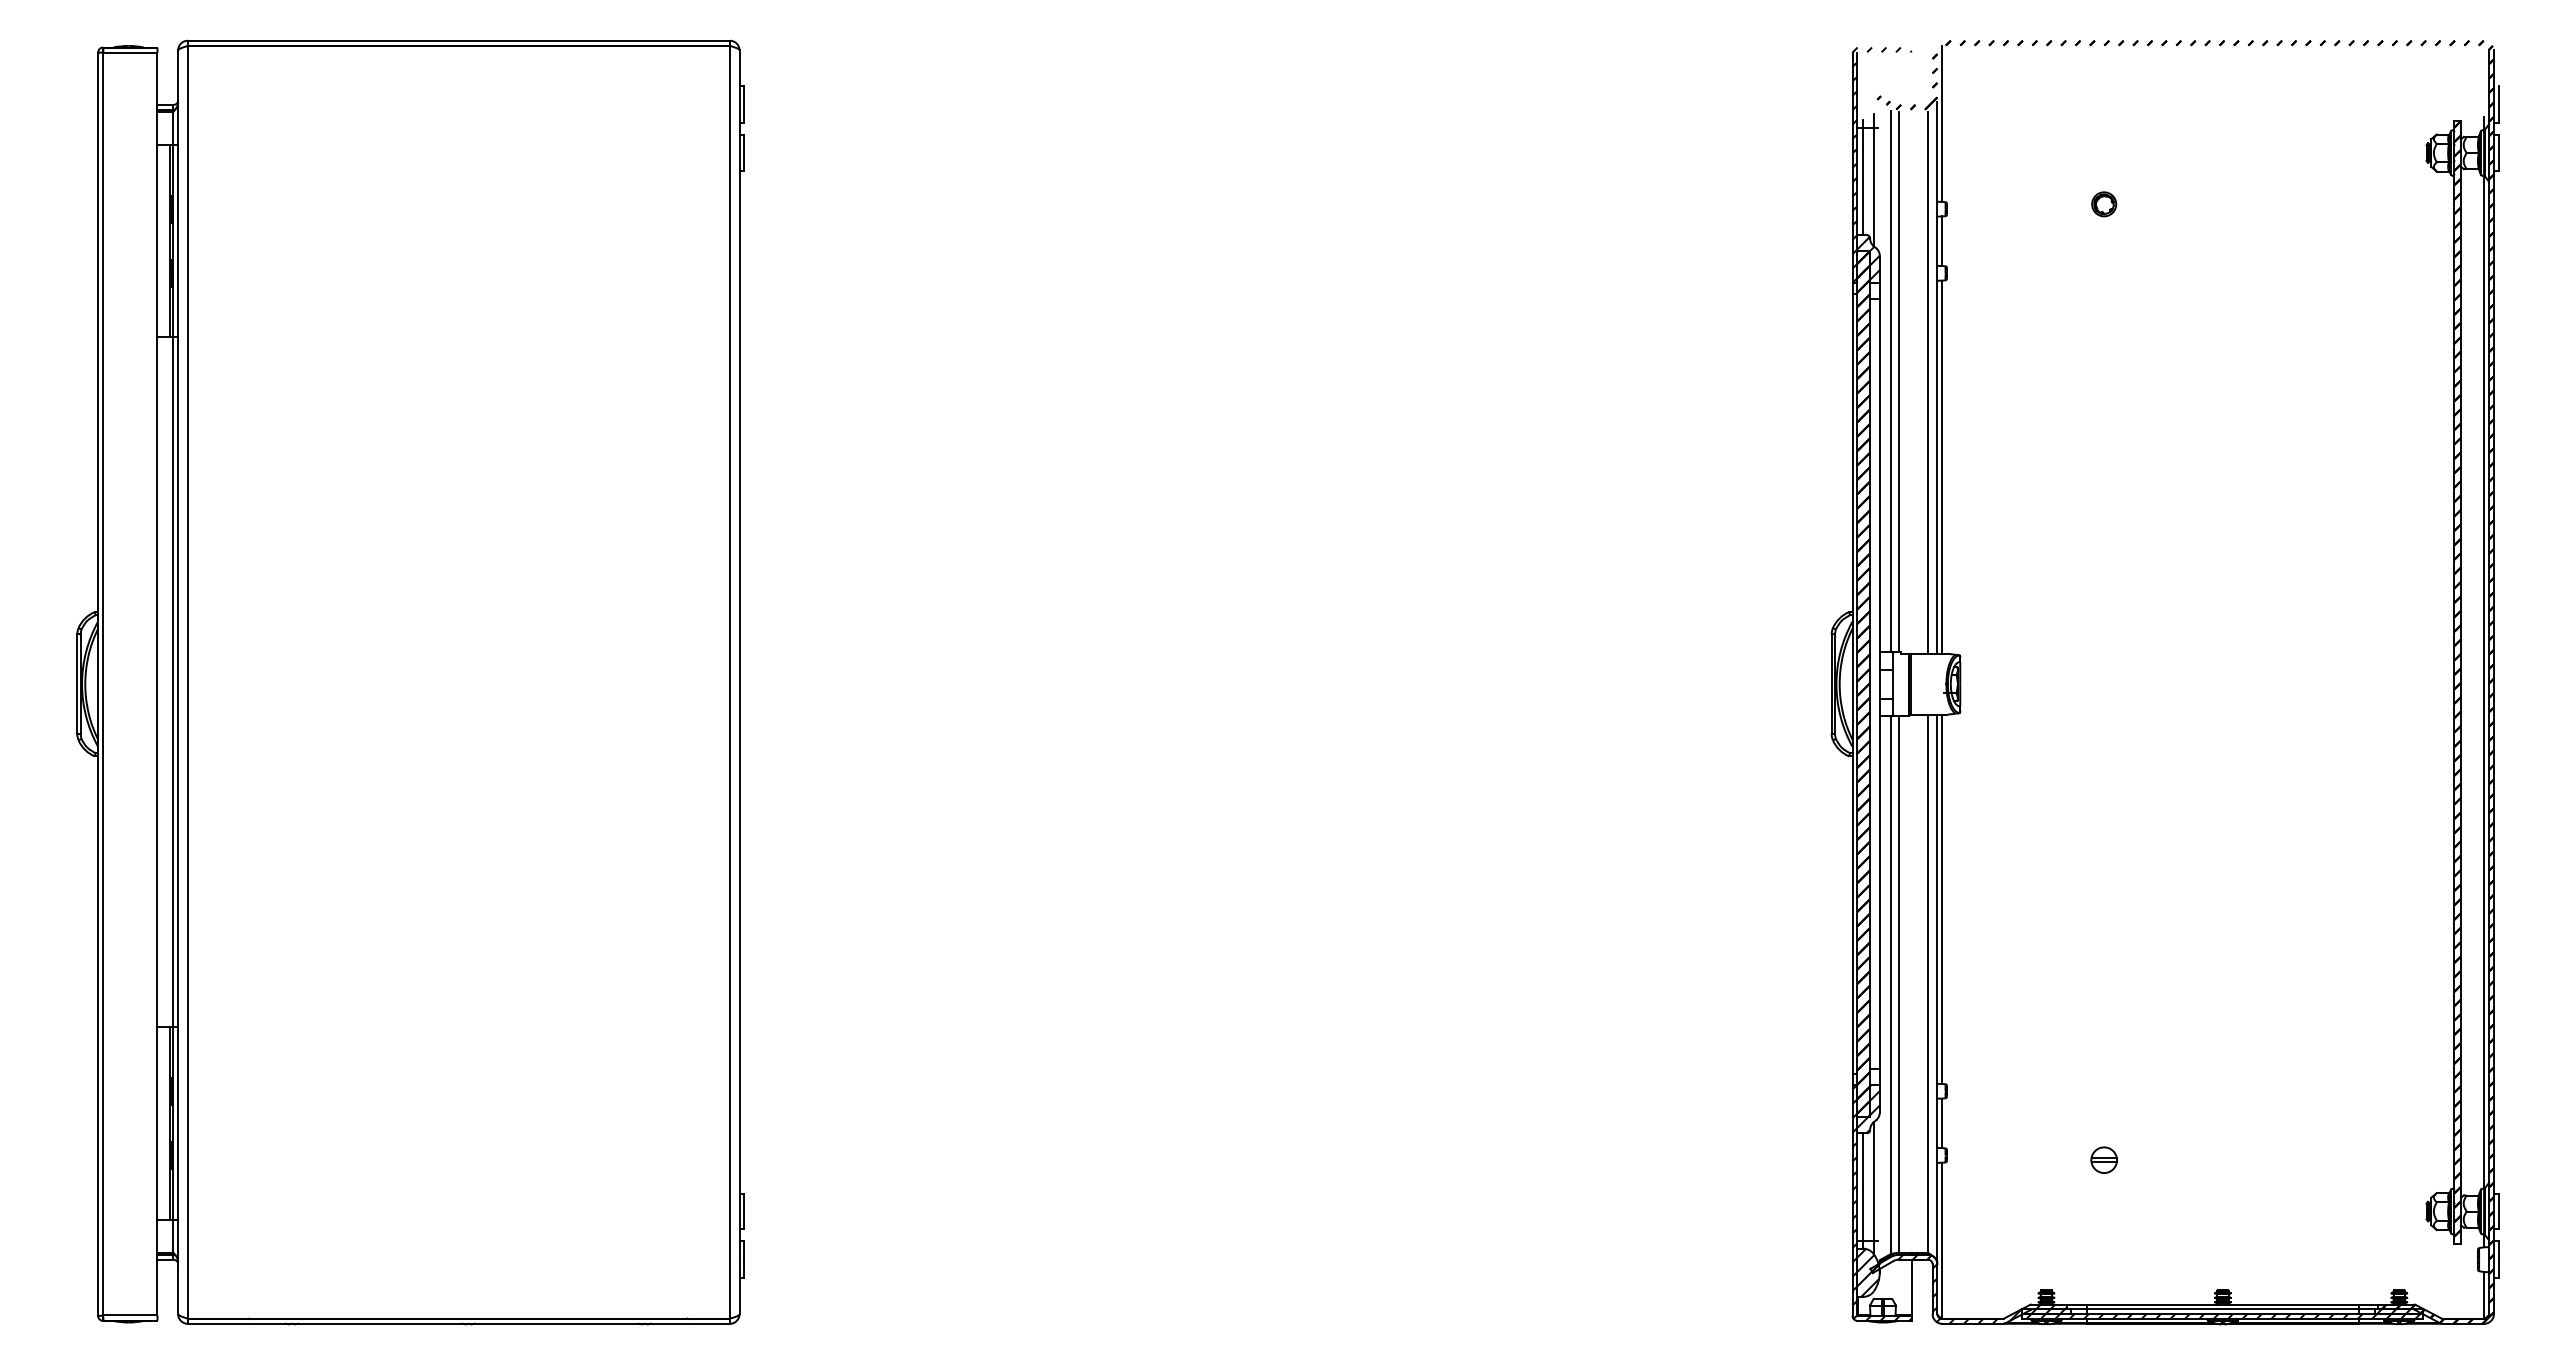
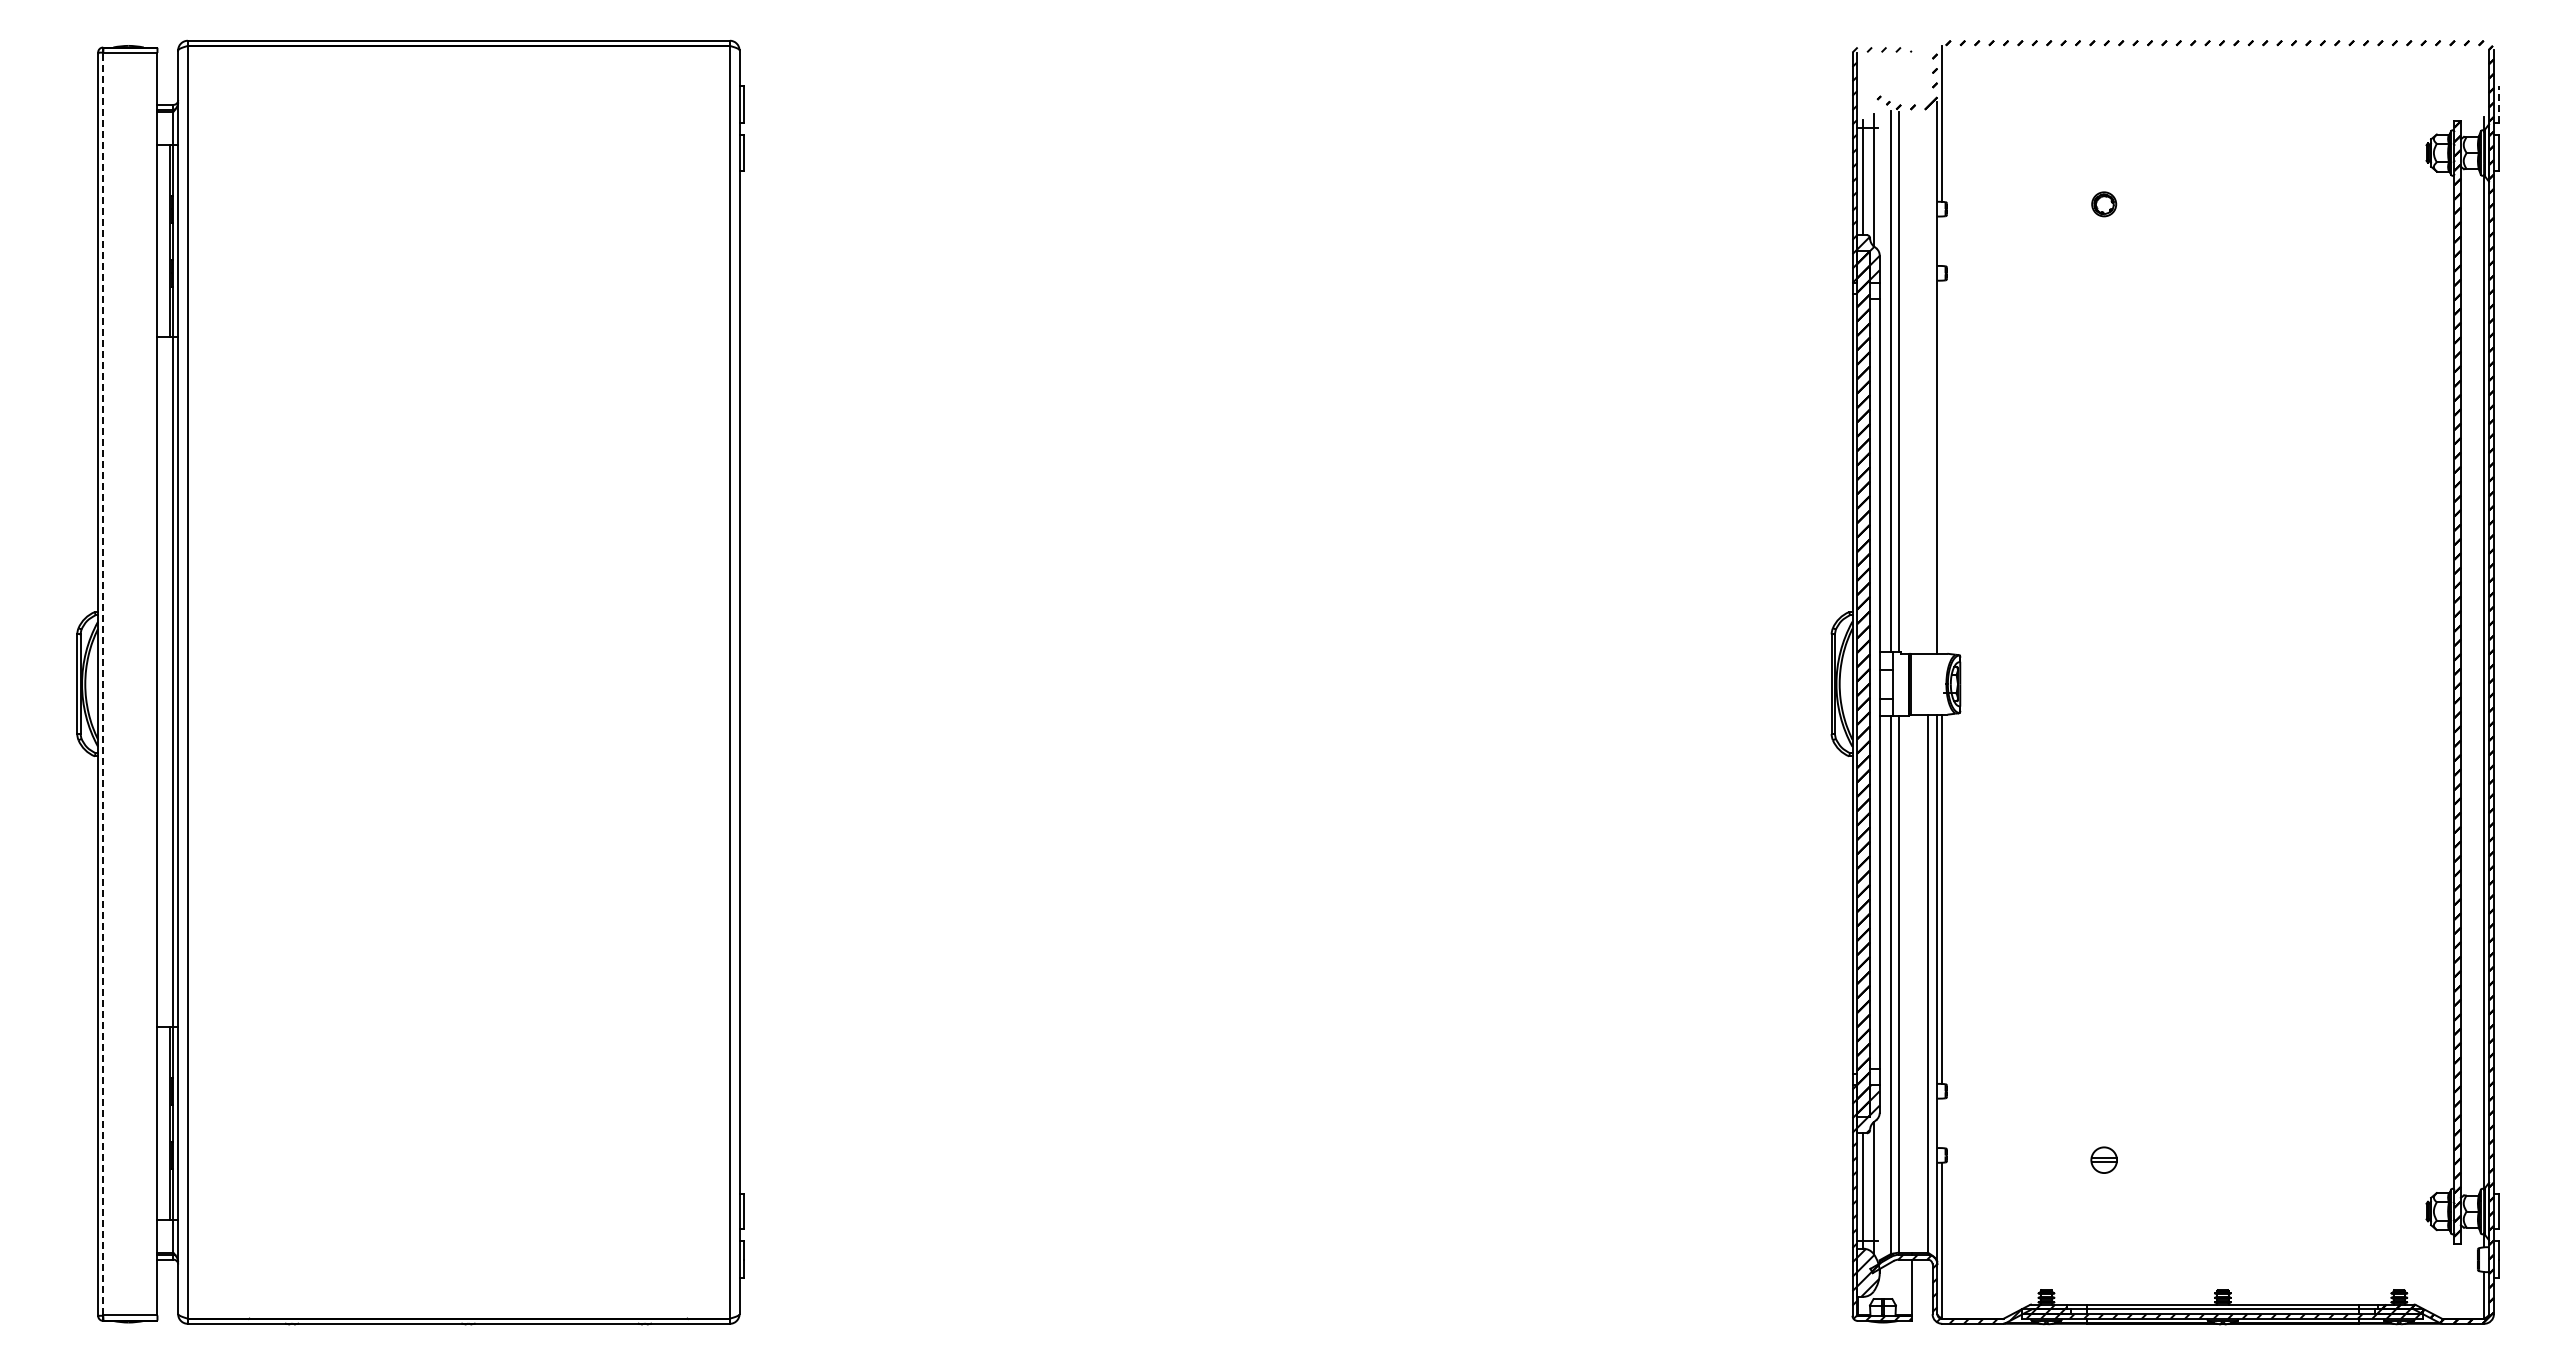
line at (2498, 104): solid -> dashed
line at (1942, 241): present -> none
line at (1927, 382): present -> none
line at (1942, 466): present -> none
line at (103, 683): solid -> dashed
line at (1942, 1123): present -> none
